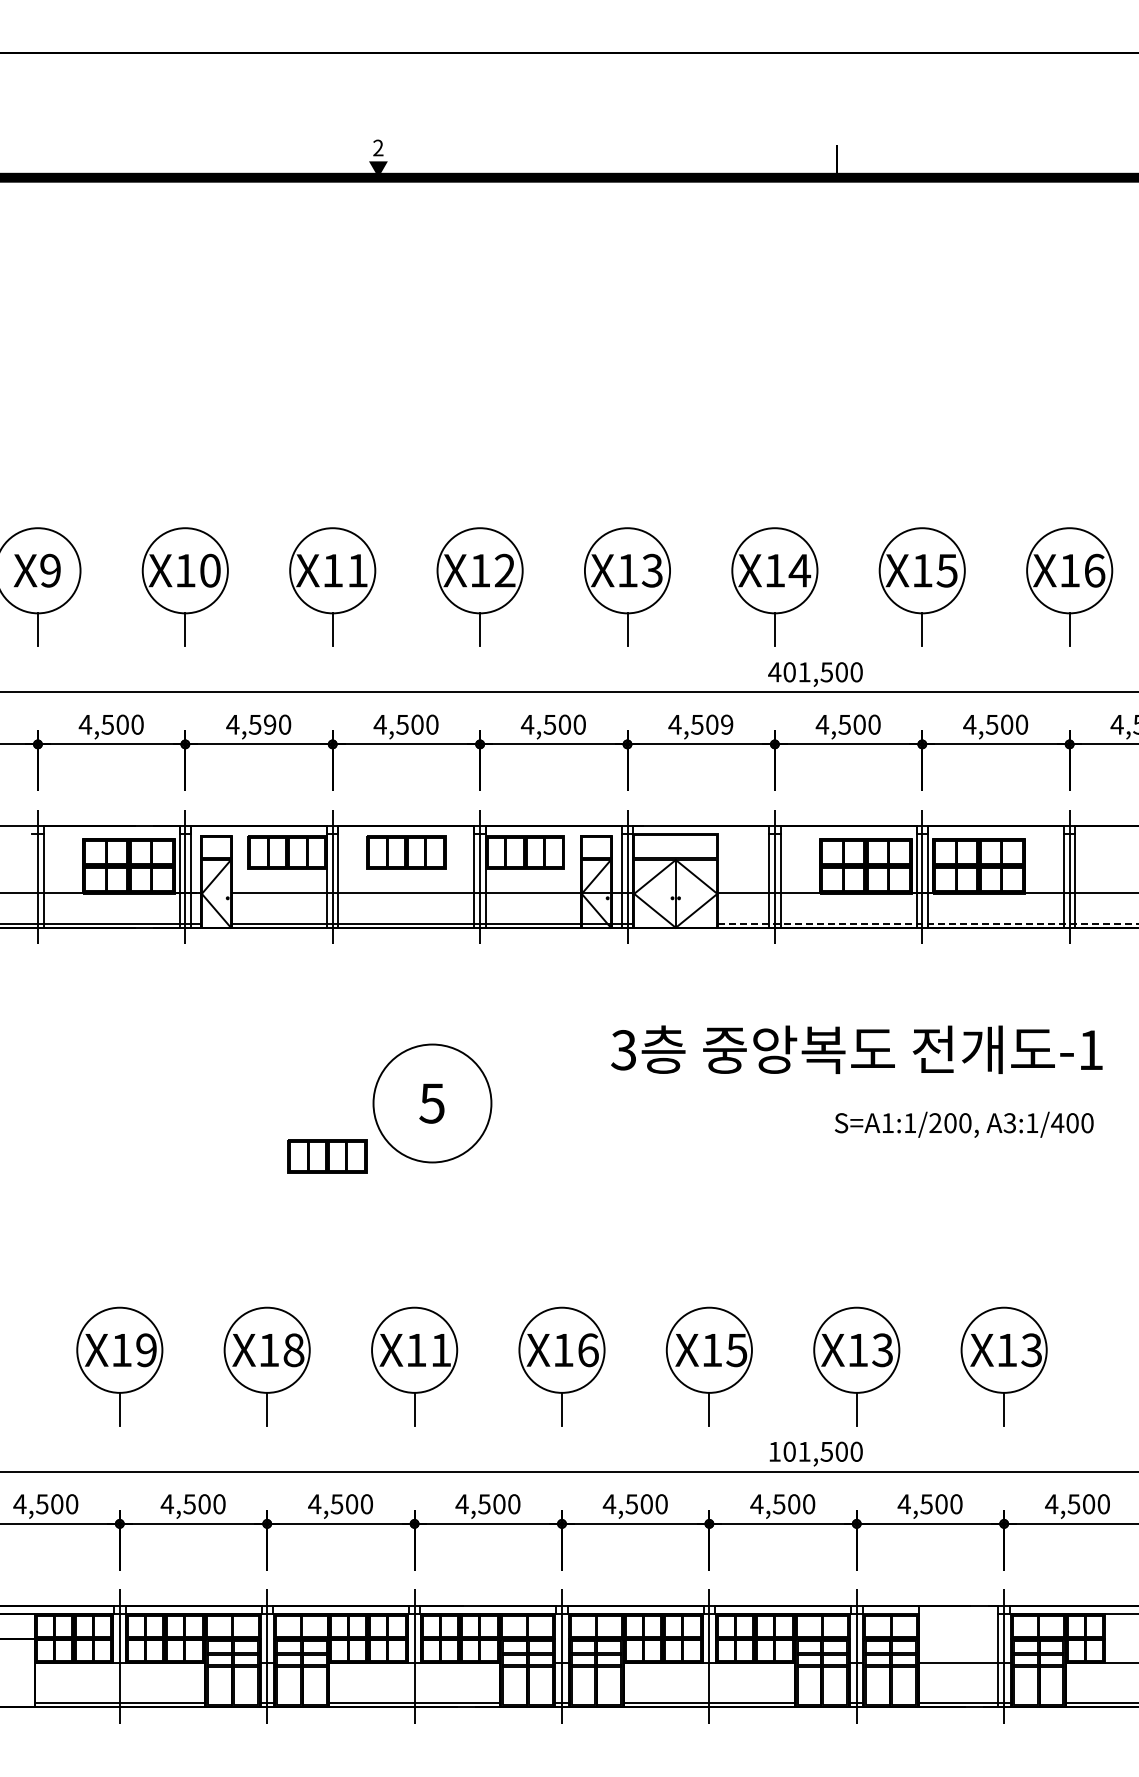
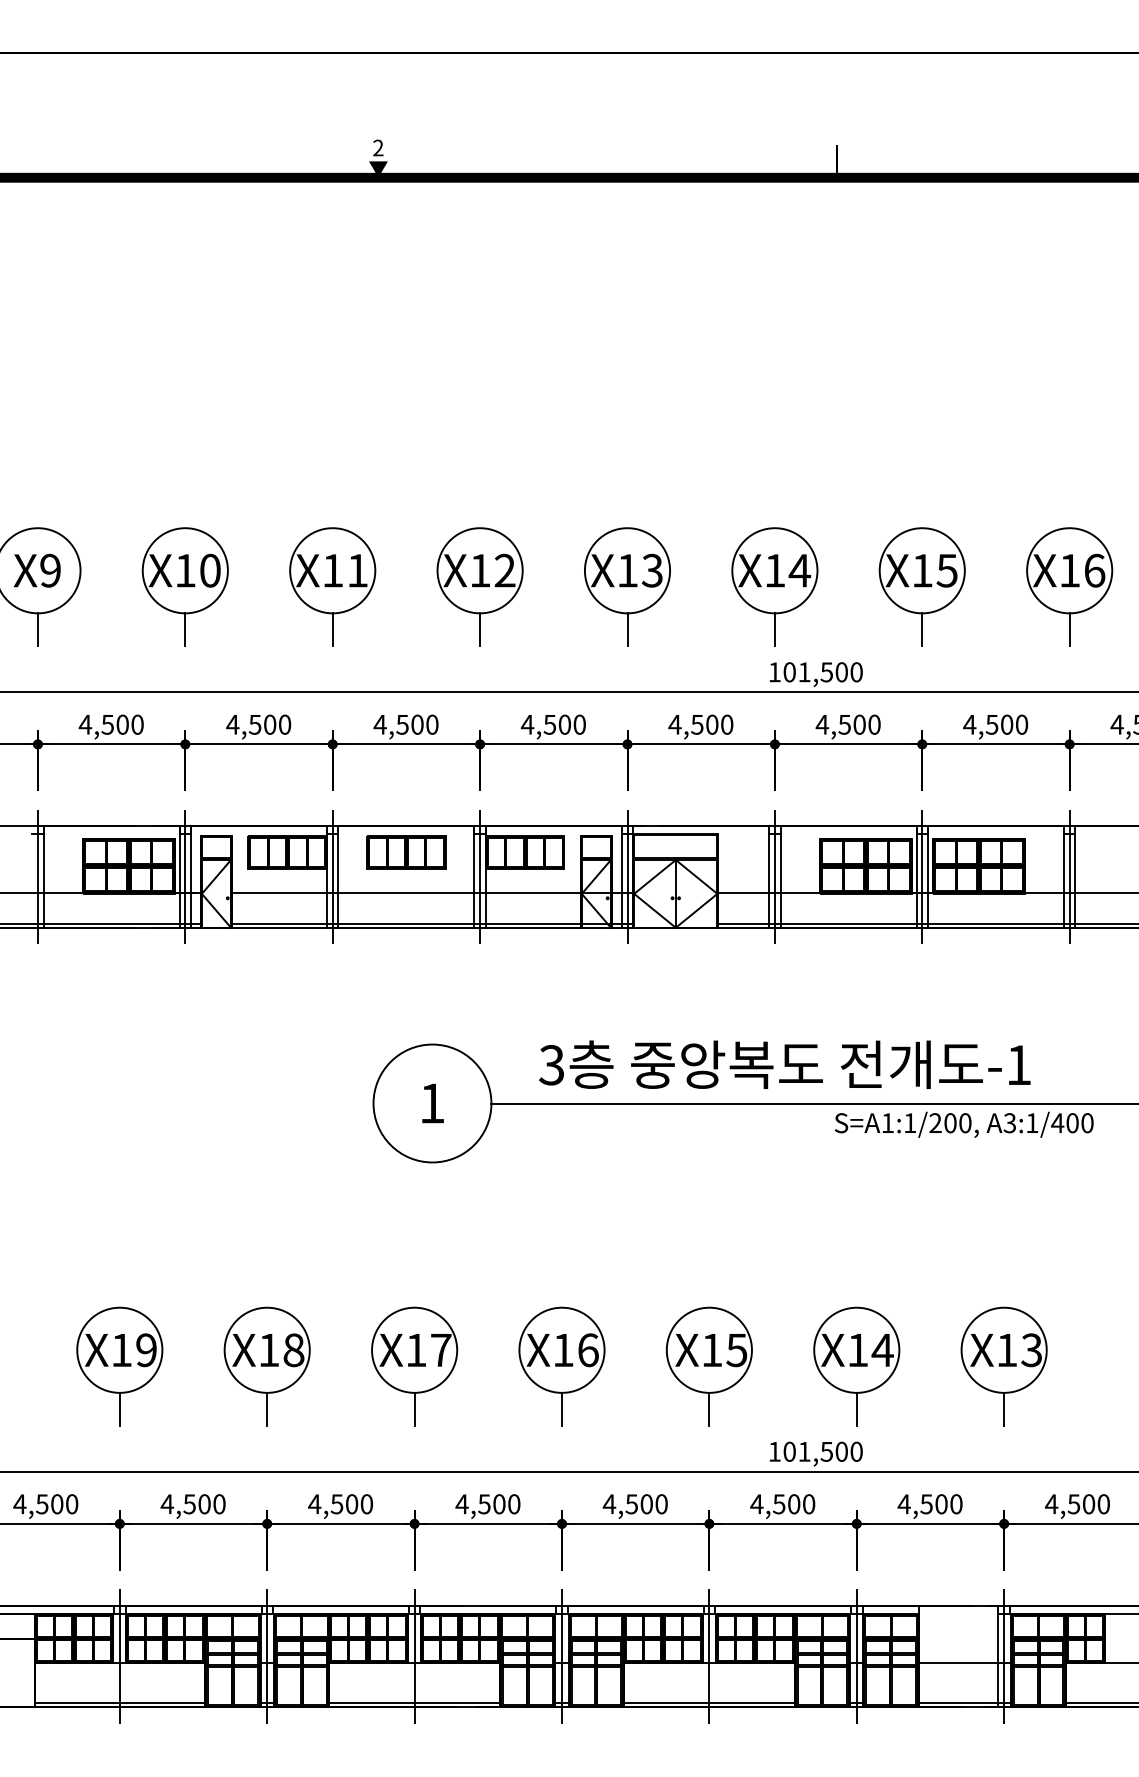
text at (774, 672): 401,500 -> 101,500
text at (270, 724): 4,590 -> 4,500
text at (727, 724): 4,509 -> 4,500
line at (928, 923): dashed -> solid
text at (856, 1049) position: (856, 1049) -> (784, 1064)
text at (431, 1103): 5 -> 1
line at (813, 1103): none -> present
part at (327, 1156): present -> none
text at (441, 1350): X11 -> X17
text at (882, 1350): X13 -> X14
